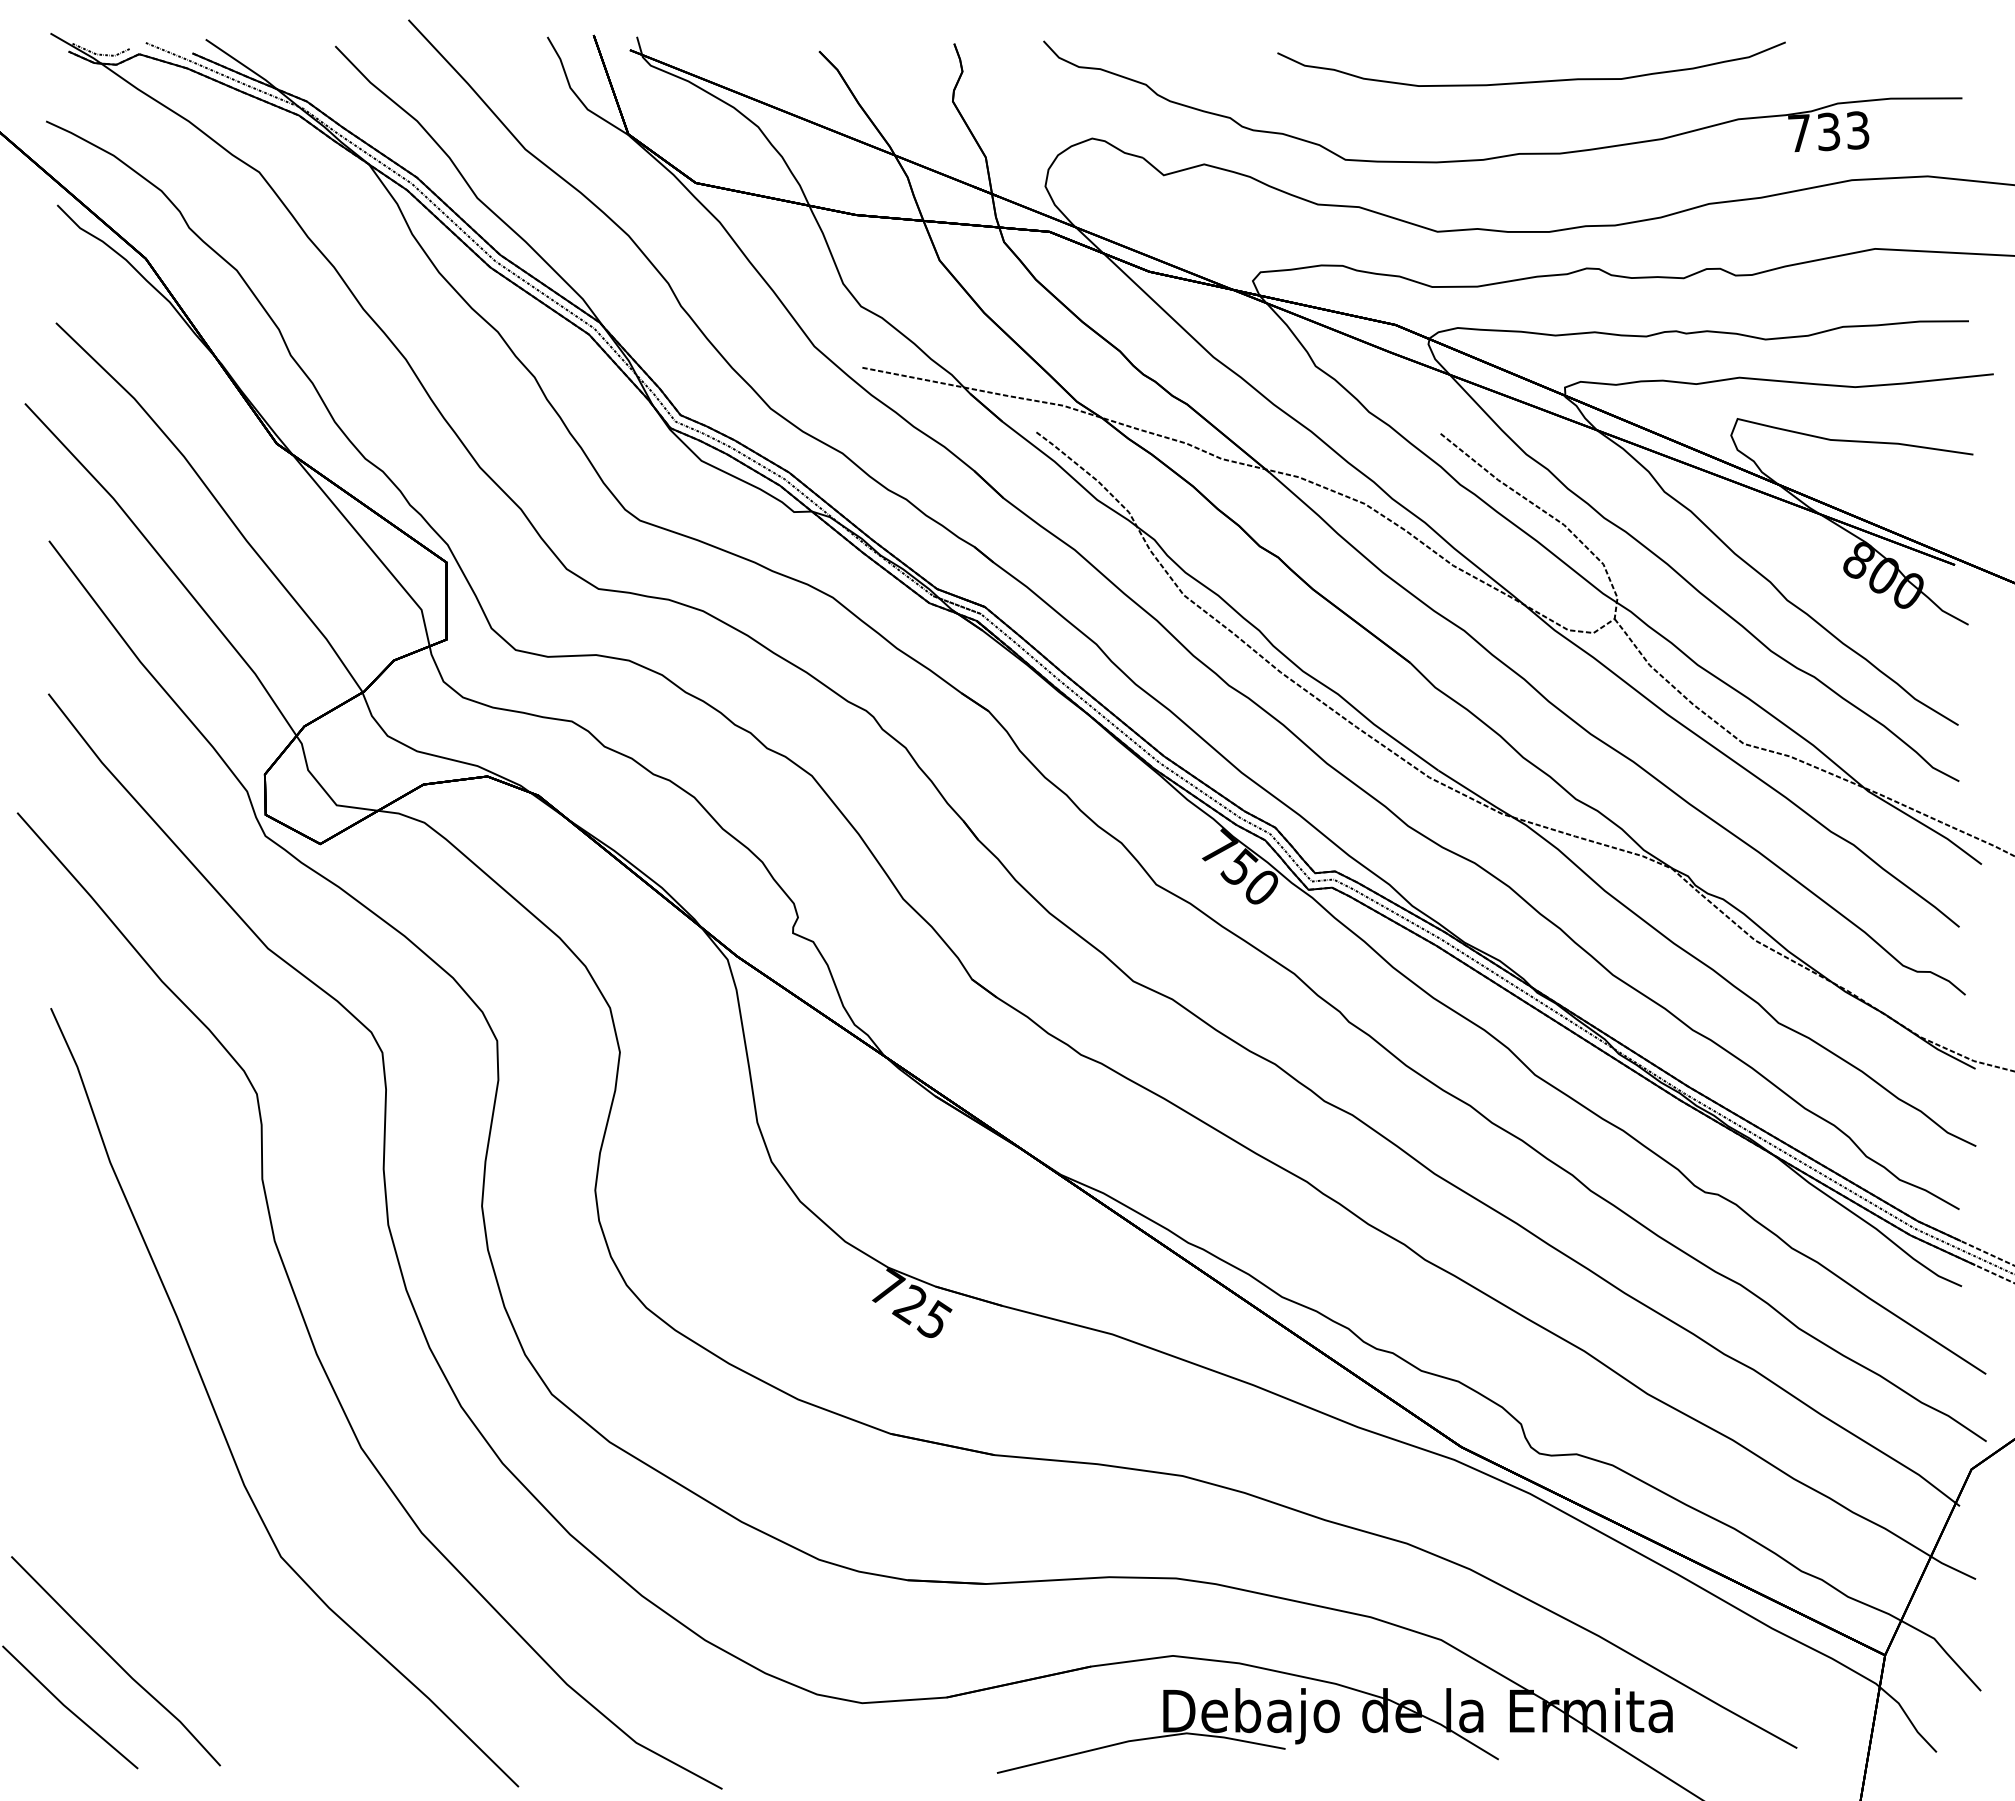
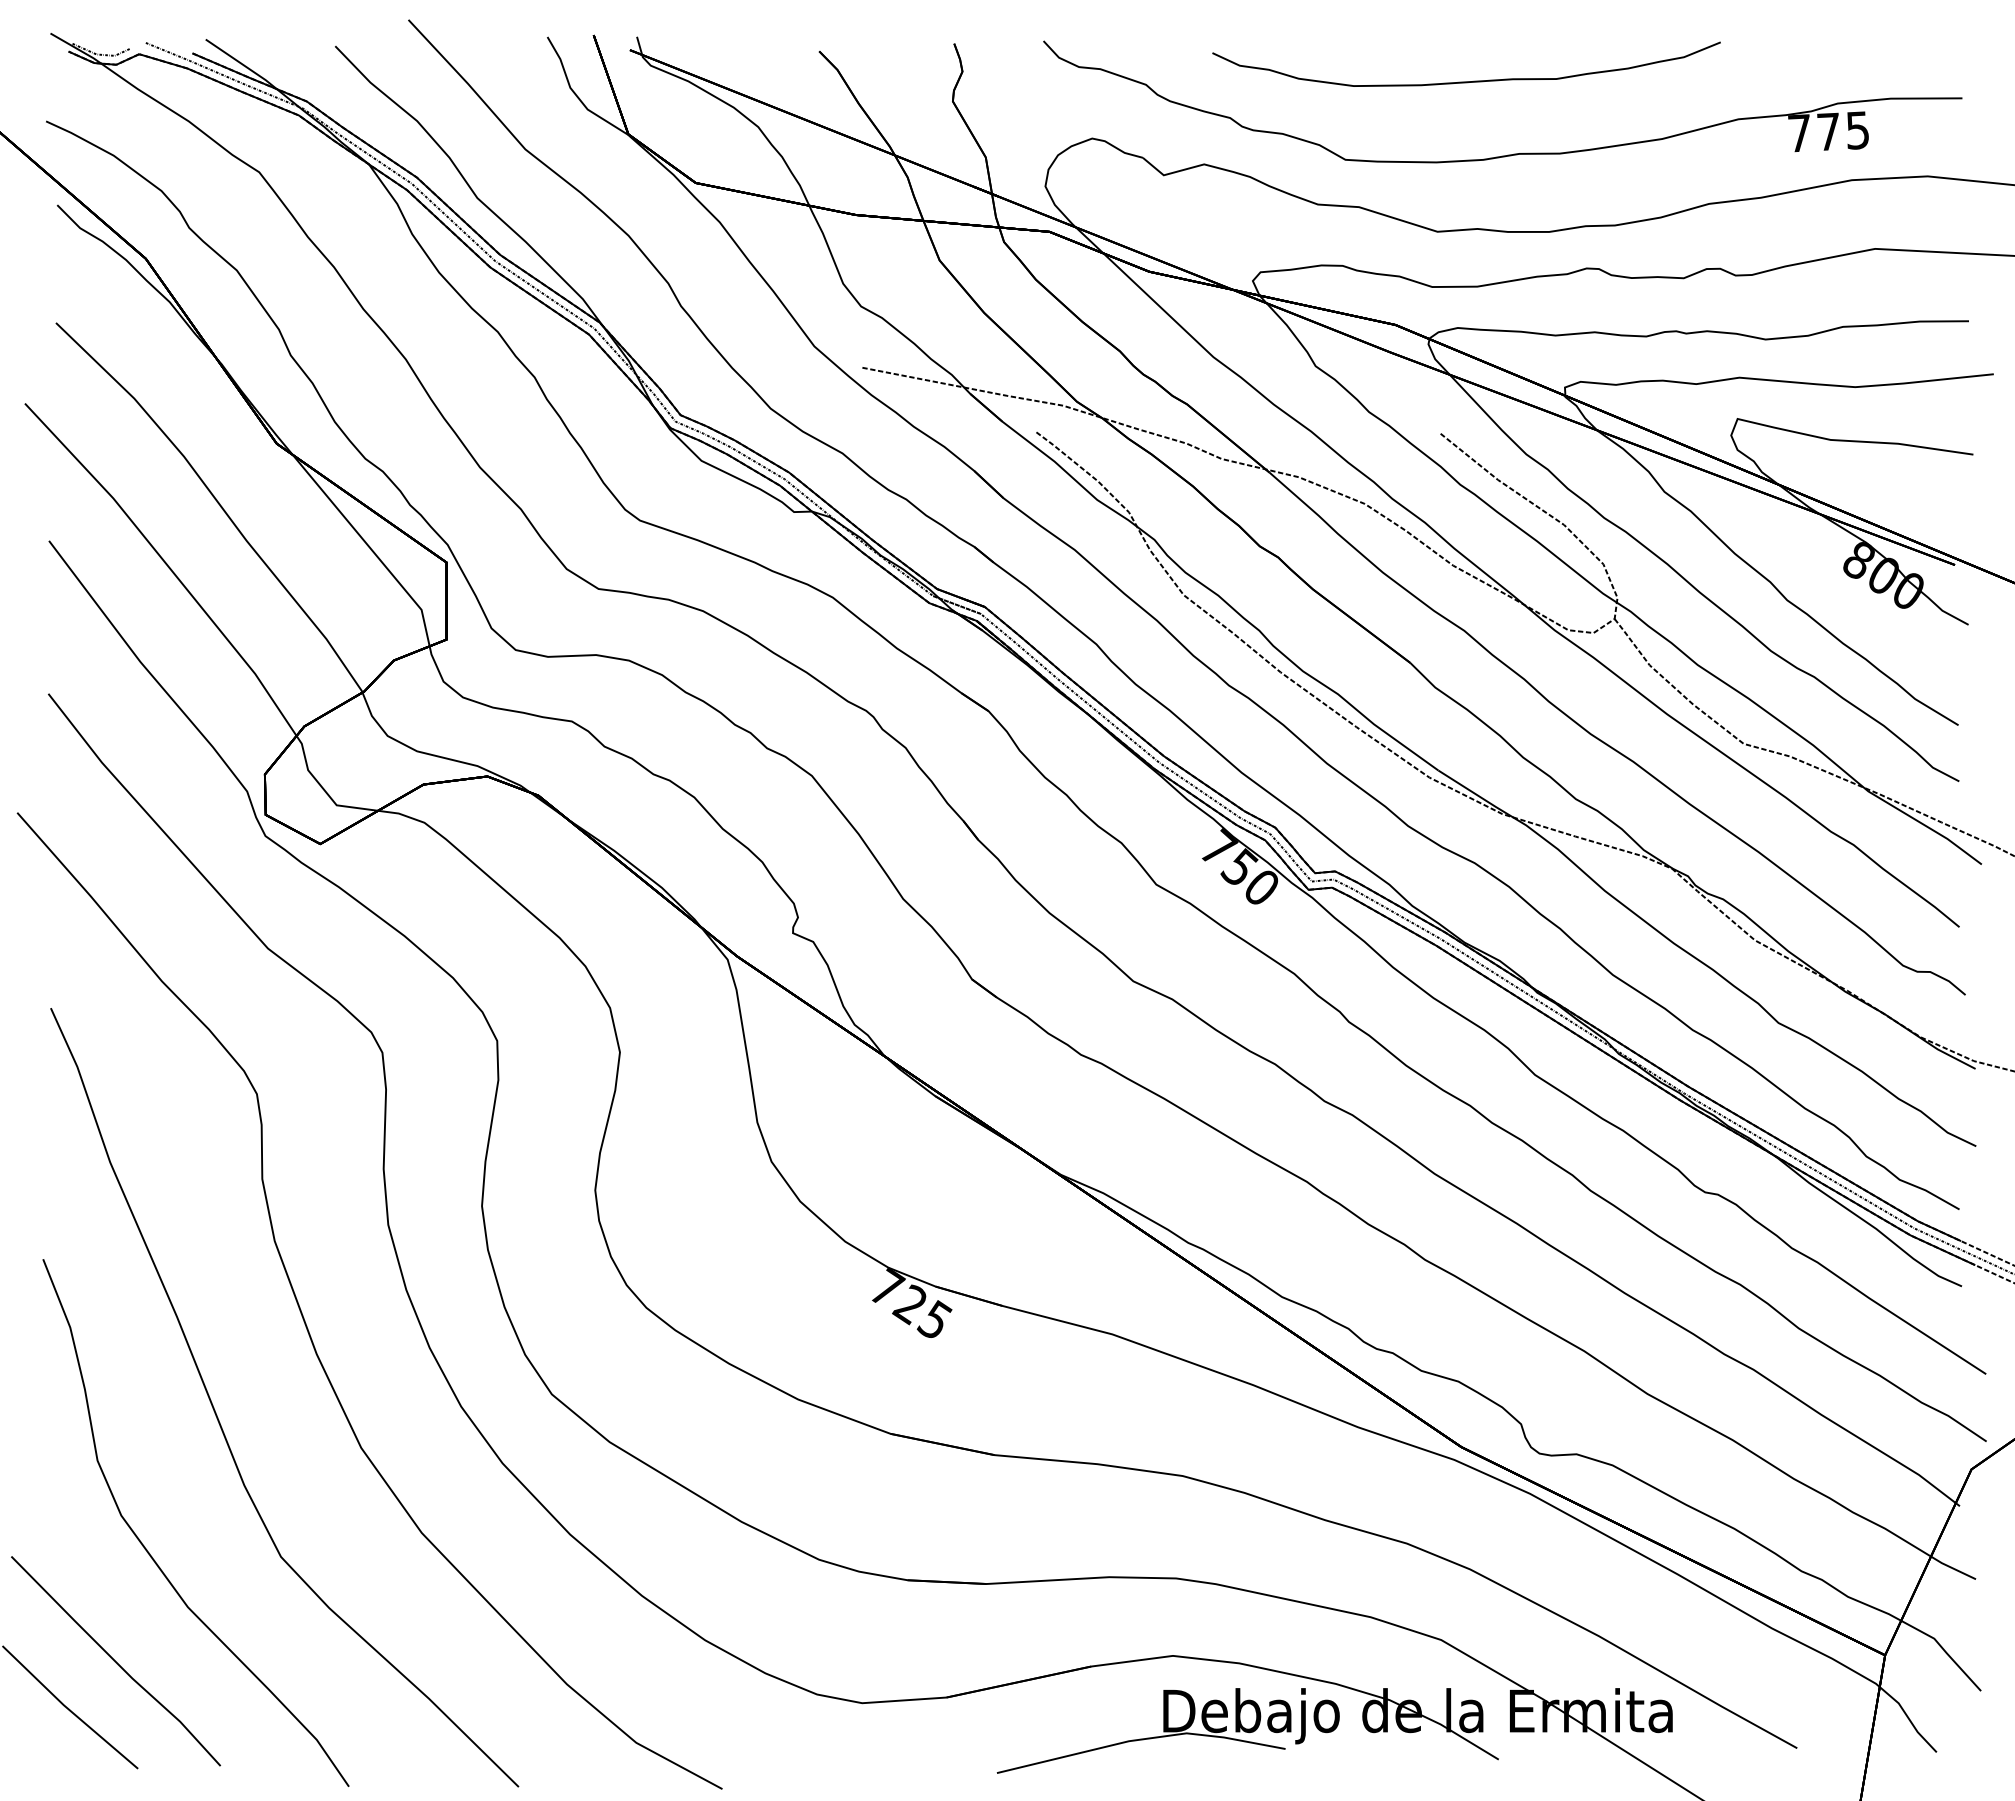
curve at (1531, 81) position: (1531, 81) -> (1466, 81)
text at (1843, 131): 733 -> 775
curve at (150, 1553): none -> present
